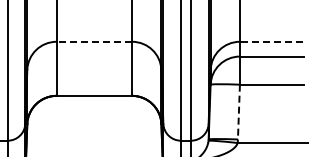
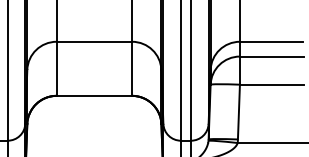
line at (94, 41): dashed -> solid
line at (271, 41): dashed -> solid
line at (238, 112): dashed -> solid
